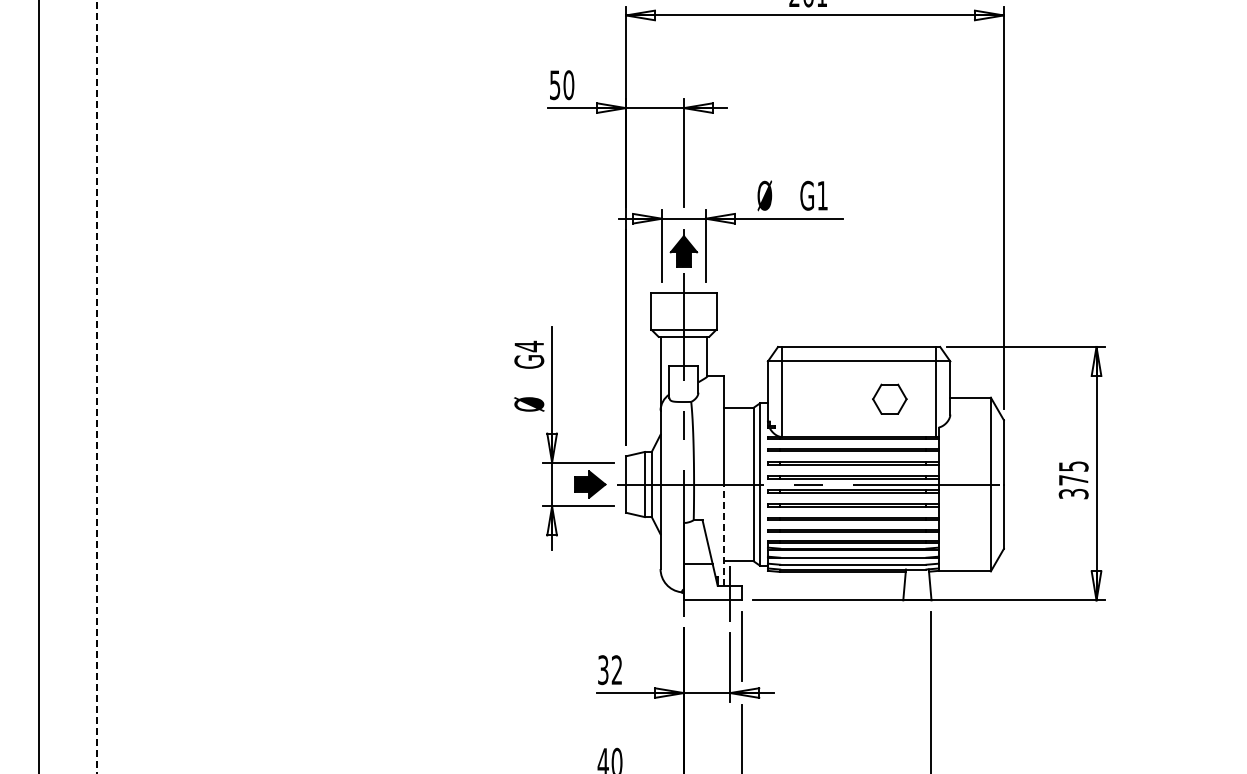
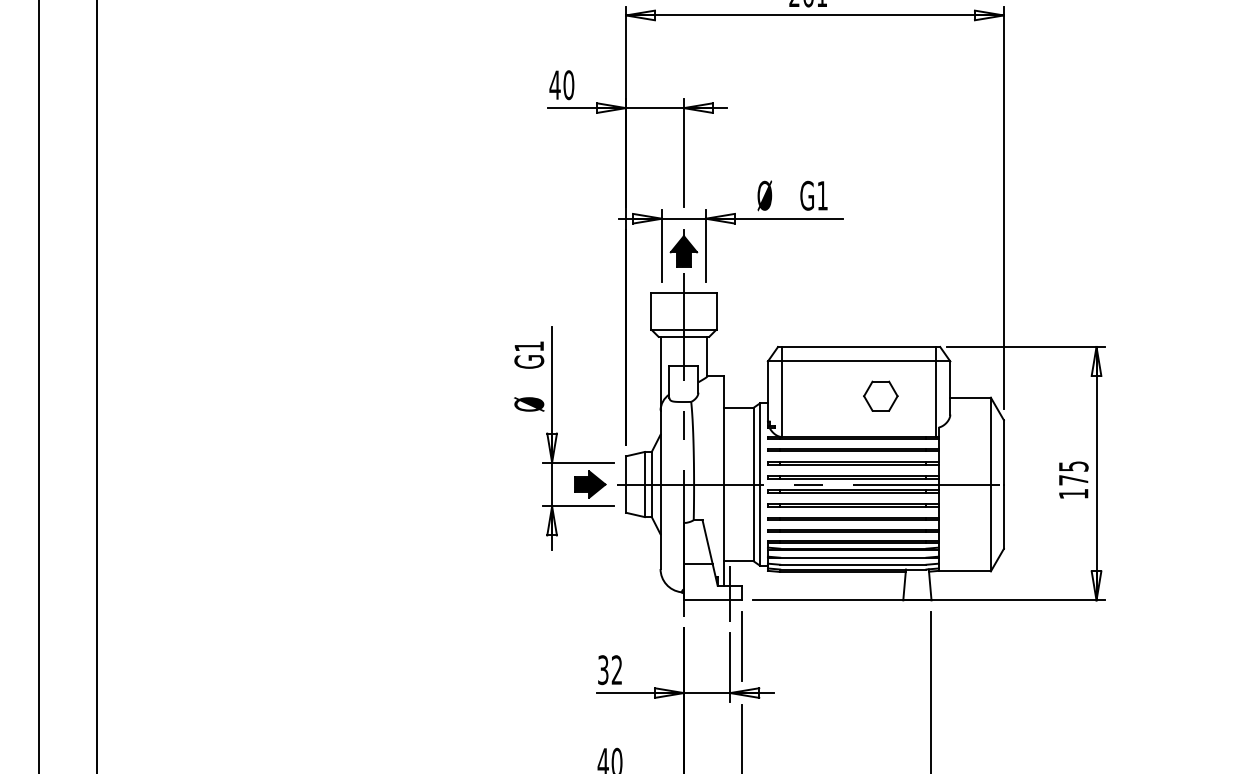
text at (554, 85): 50 -> 40
text at (528, 346): G4 -> G1
line at (96, 387): dashed -> solid
part at (889, 398) position: (889, 398) -> (880, 395)
text at (1073, 493): 375 -> 175
line at (724, 535): dashed -> solid
